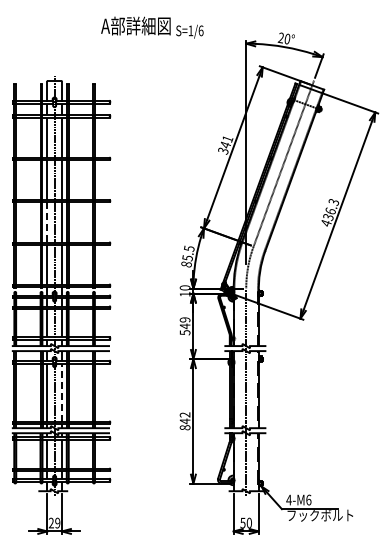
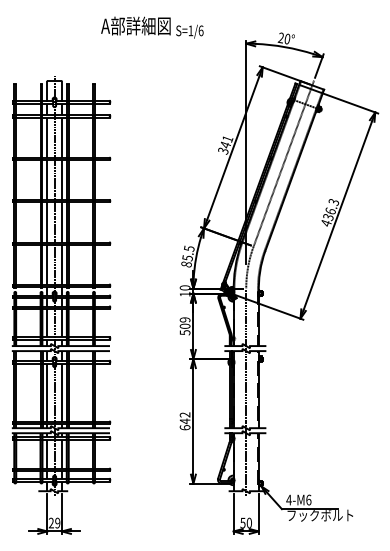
line at (47, 222): dashed -> solid
text at (184, 326): 549 -> 509
line at (61, 392): dashed -> solid
text at (184, 427): 842 -> 642
